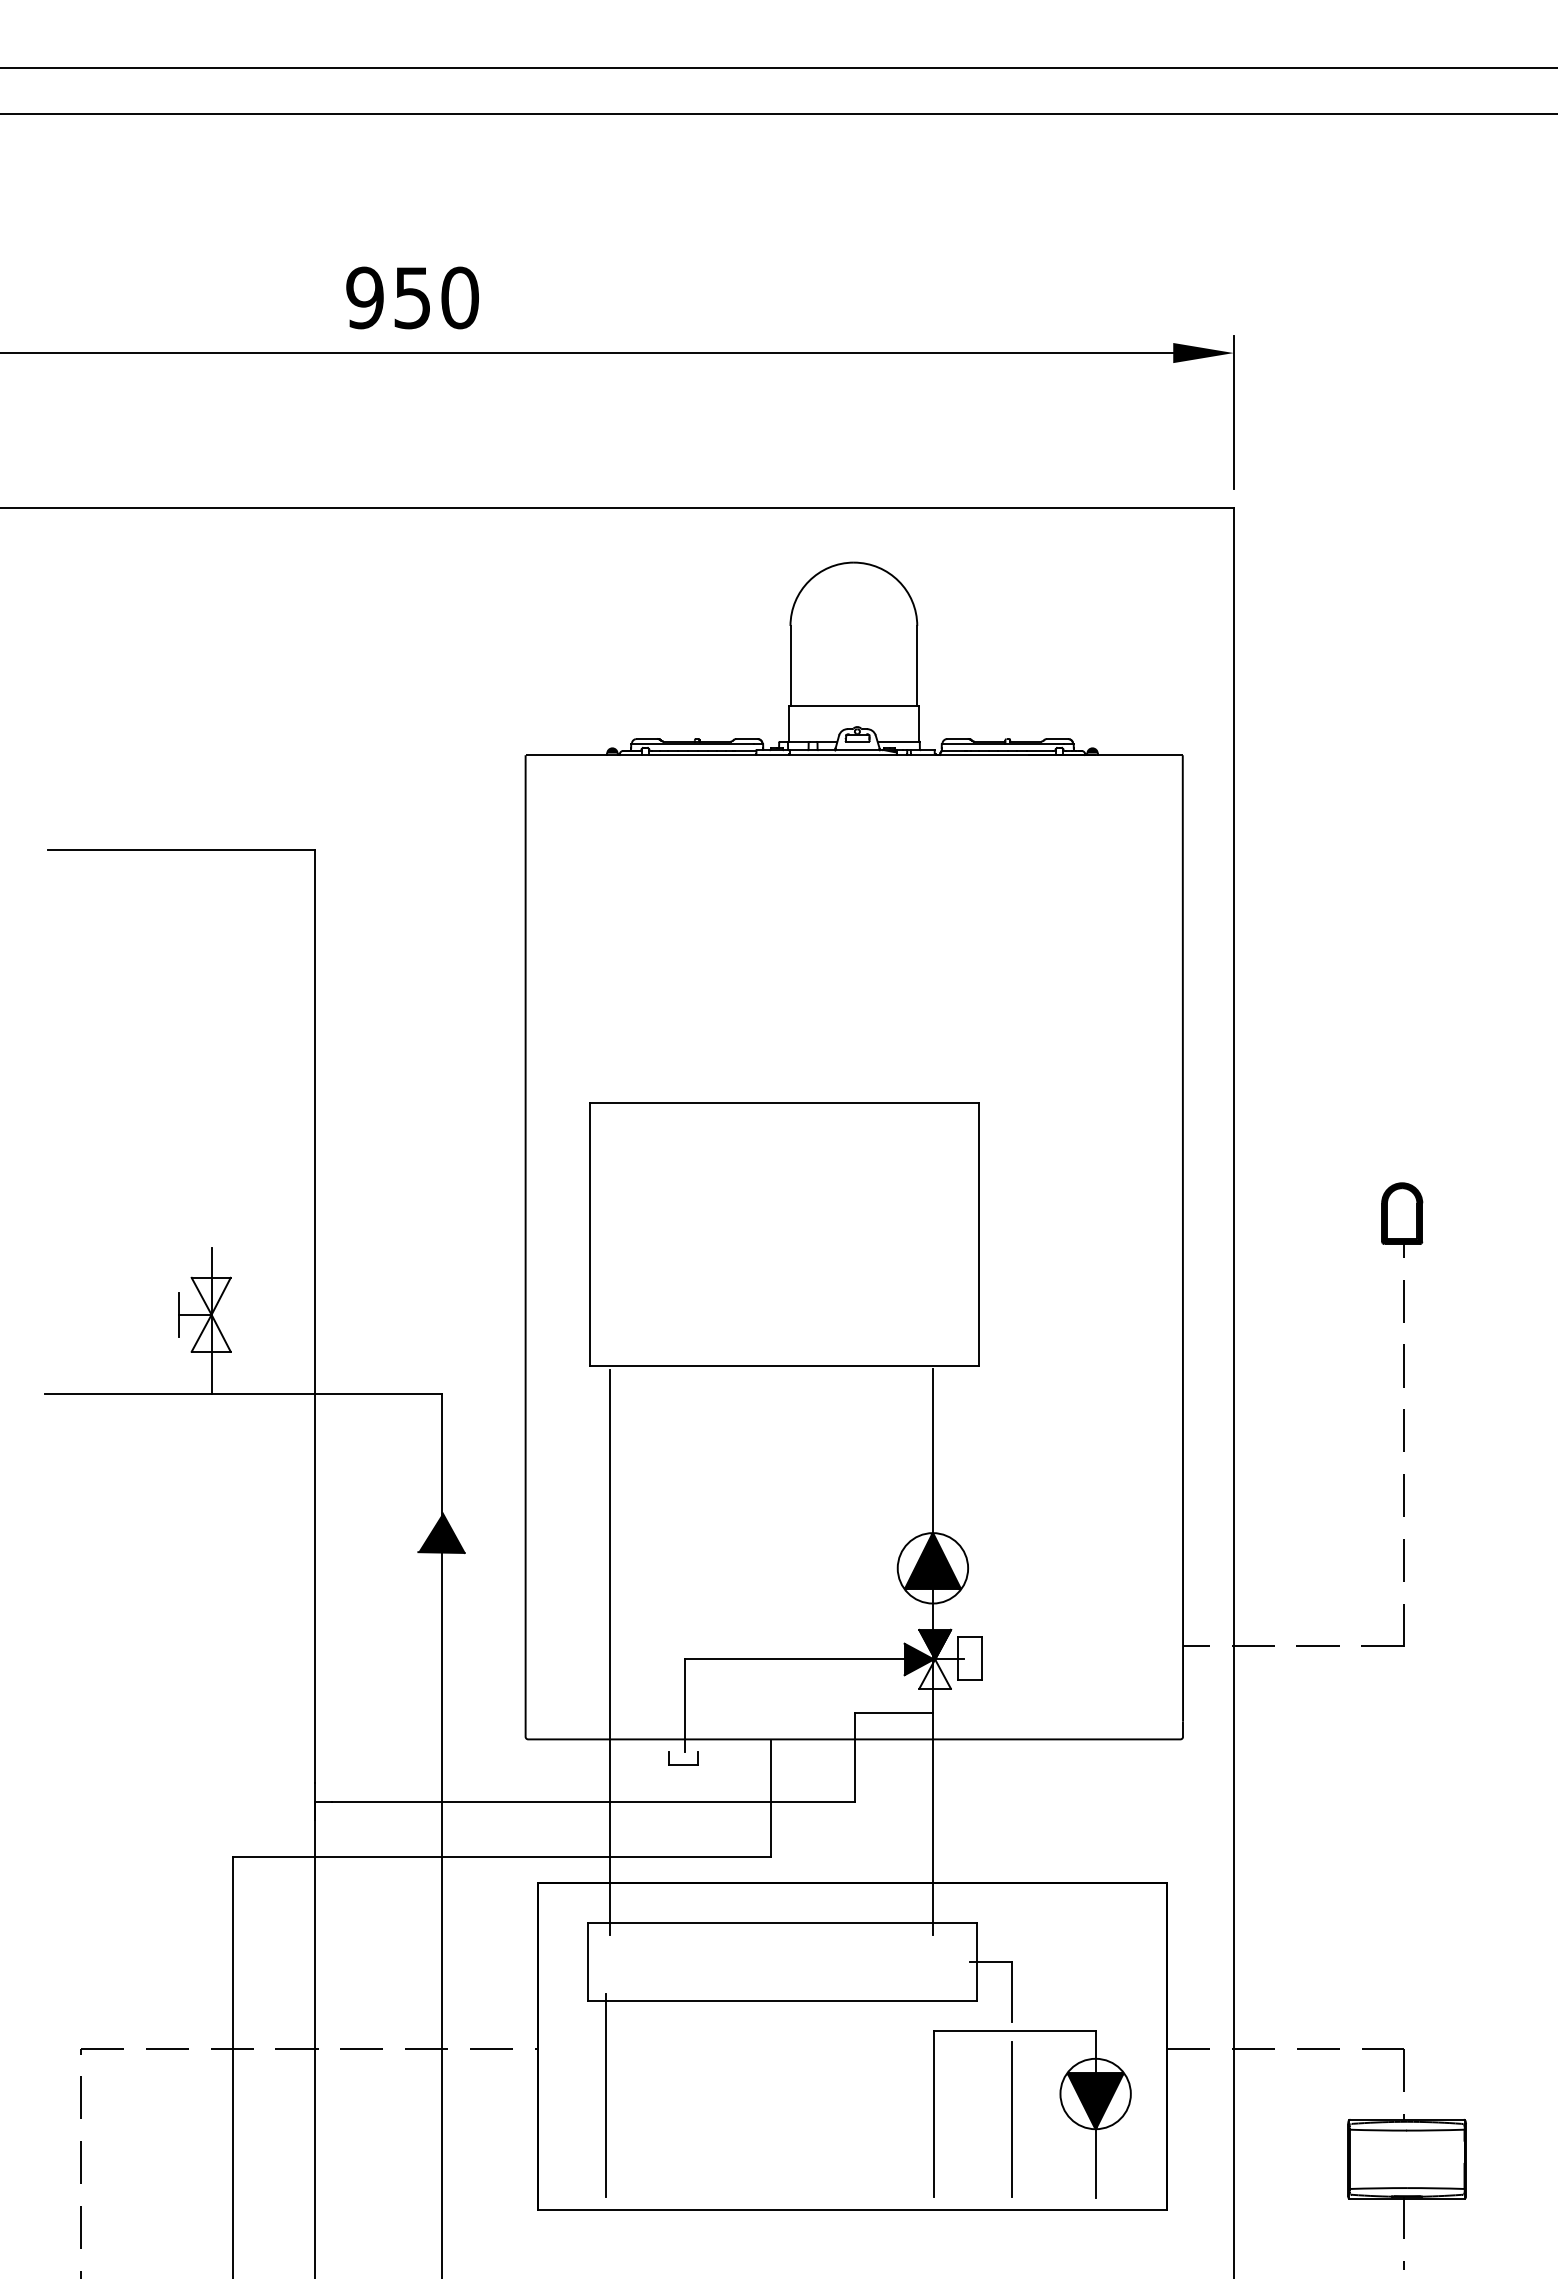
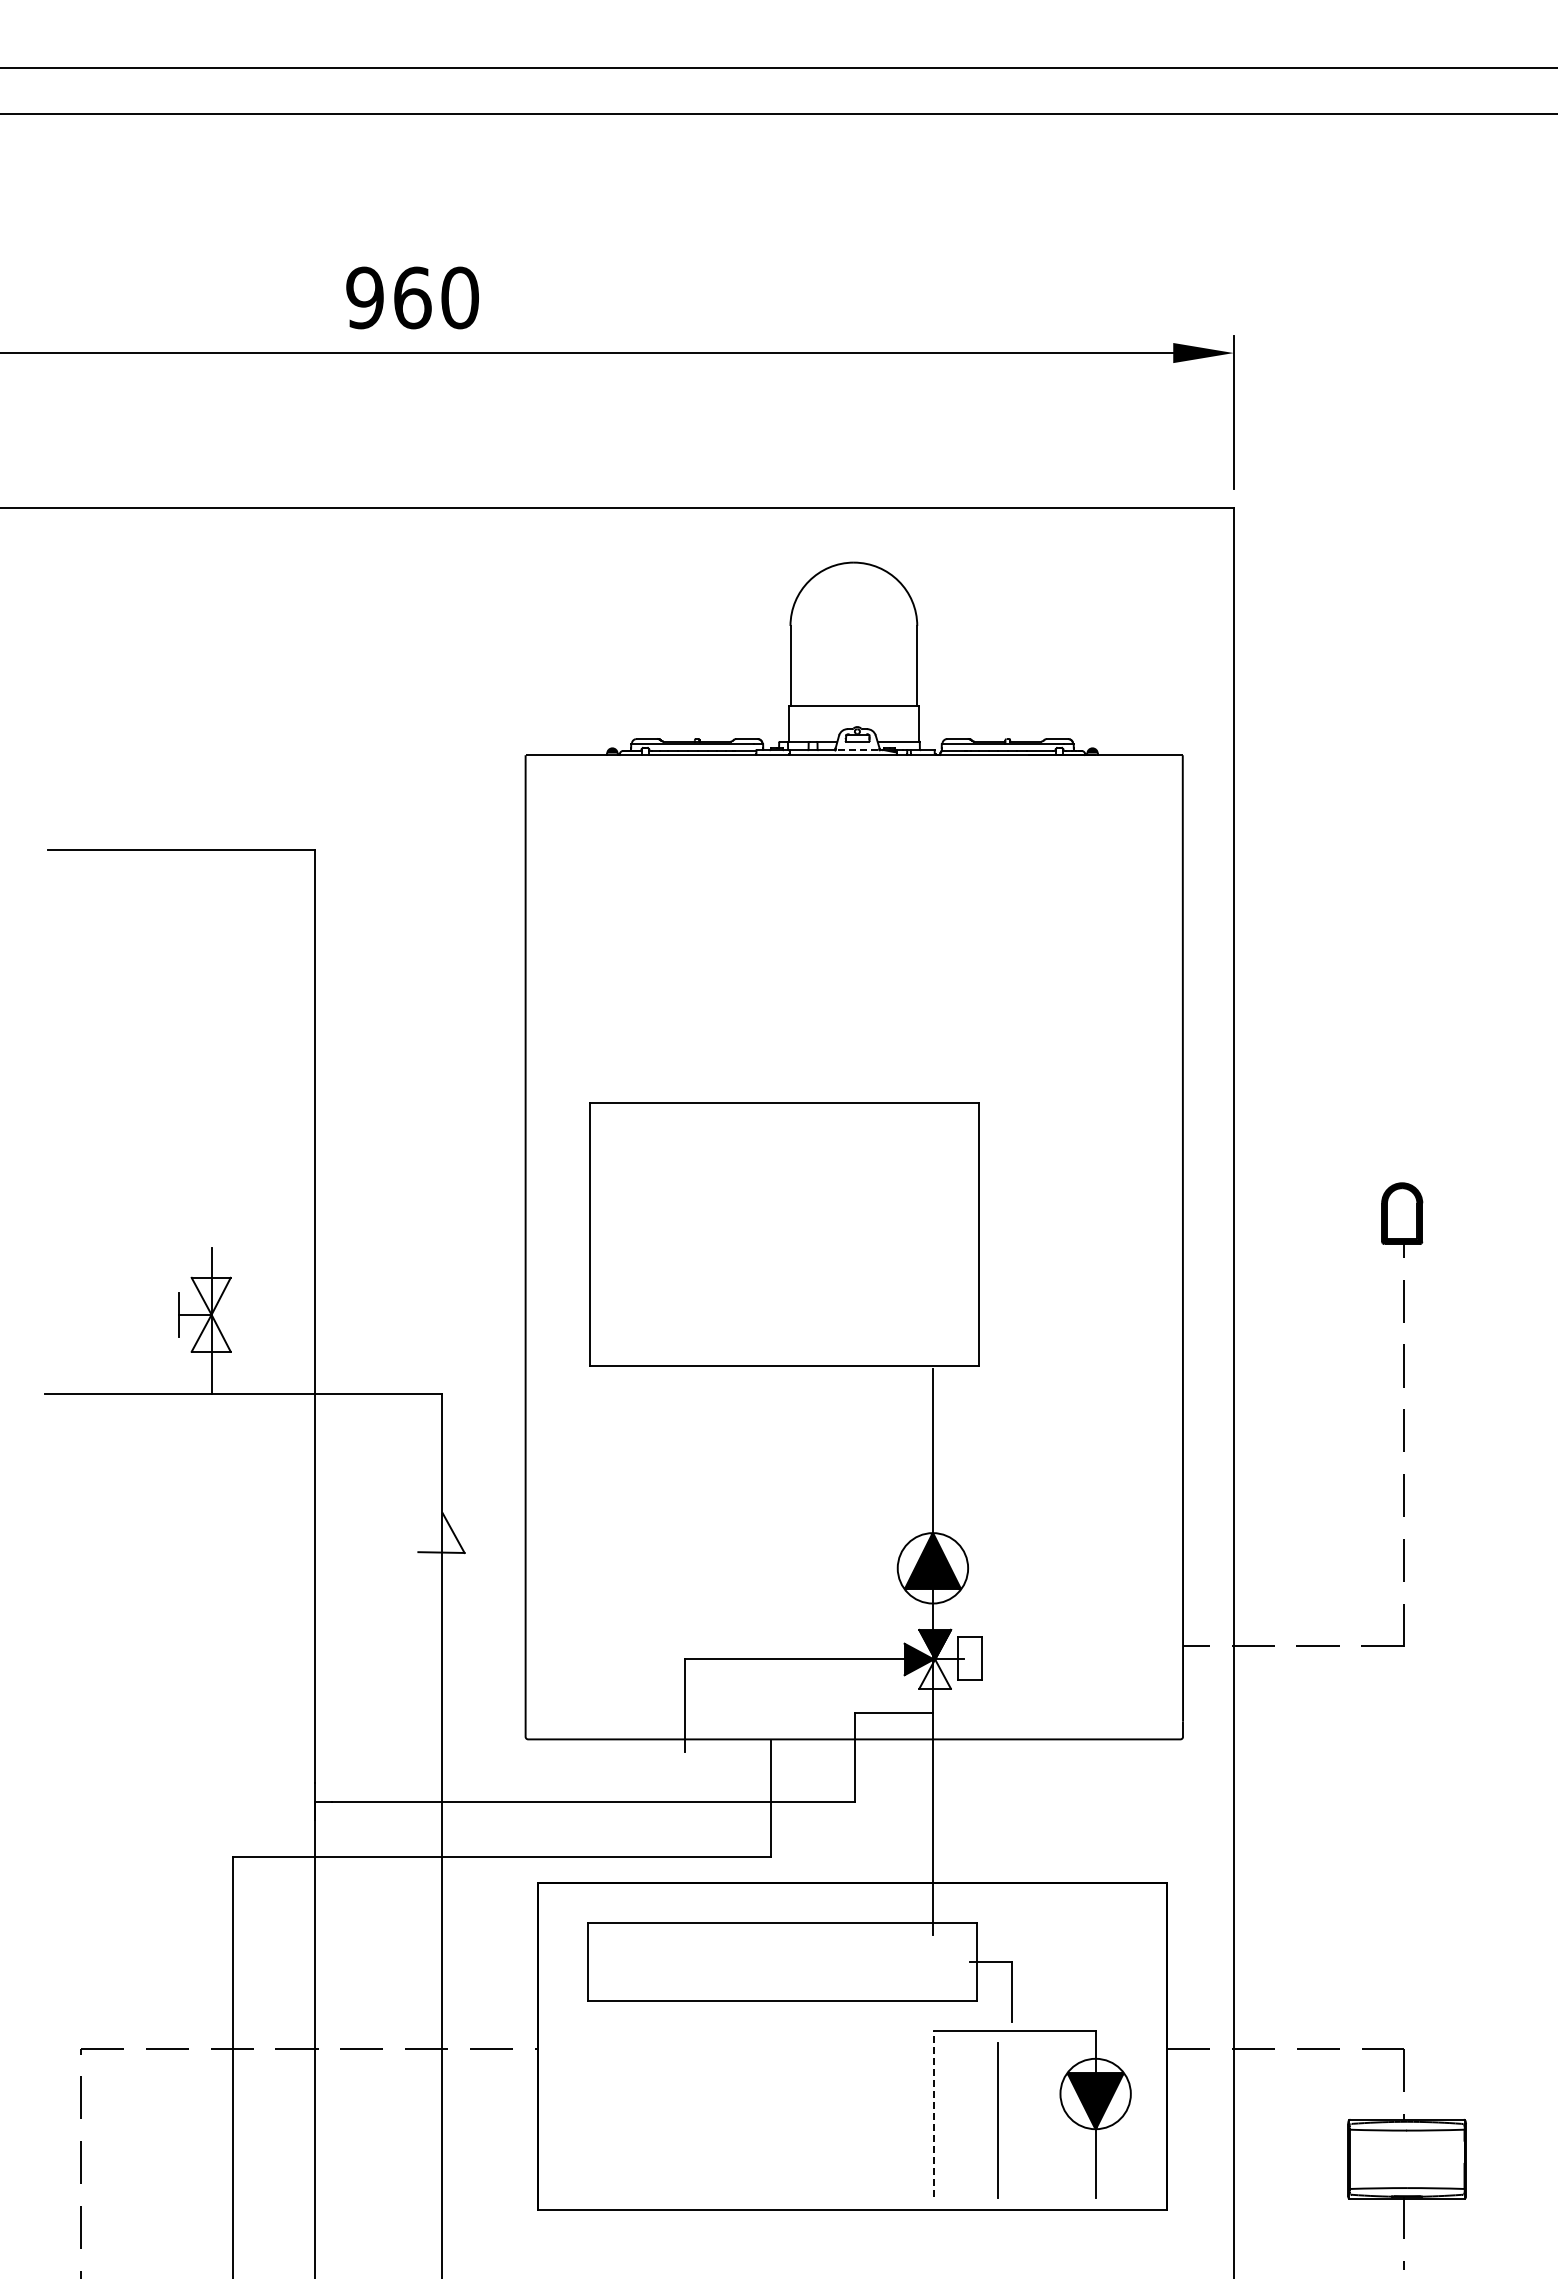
text at (412, 297): 950 -> 960
line at (857, 750): solid -> dashed
fill at (441, 1532): present -> none
line at (610, 1652): present -> none
part at (683, 1758): present -> none
line at (606, 2095): present -> none
line at (933, 2114): solid -> dashed
line at (1011, 2119) position: (1011, 2119) -> (997, 2120)
